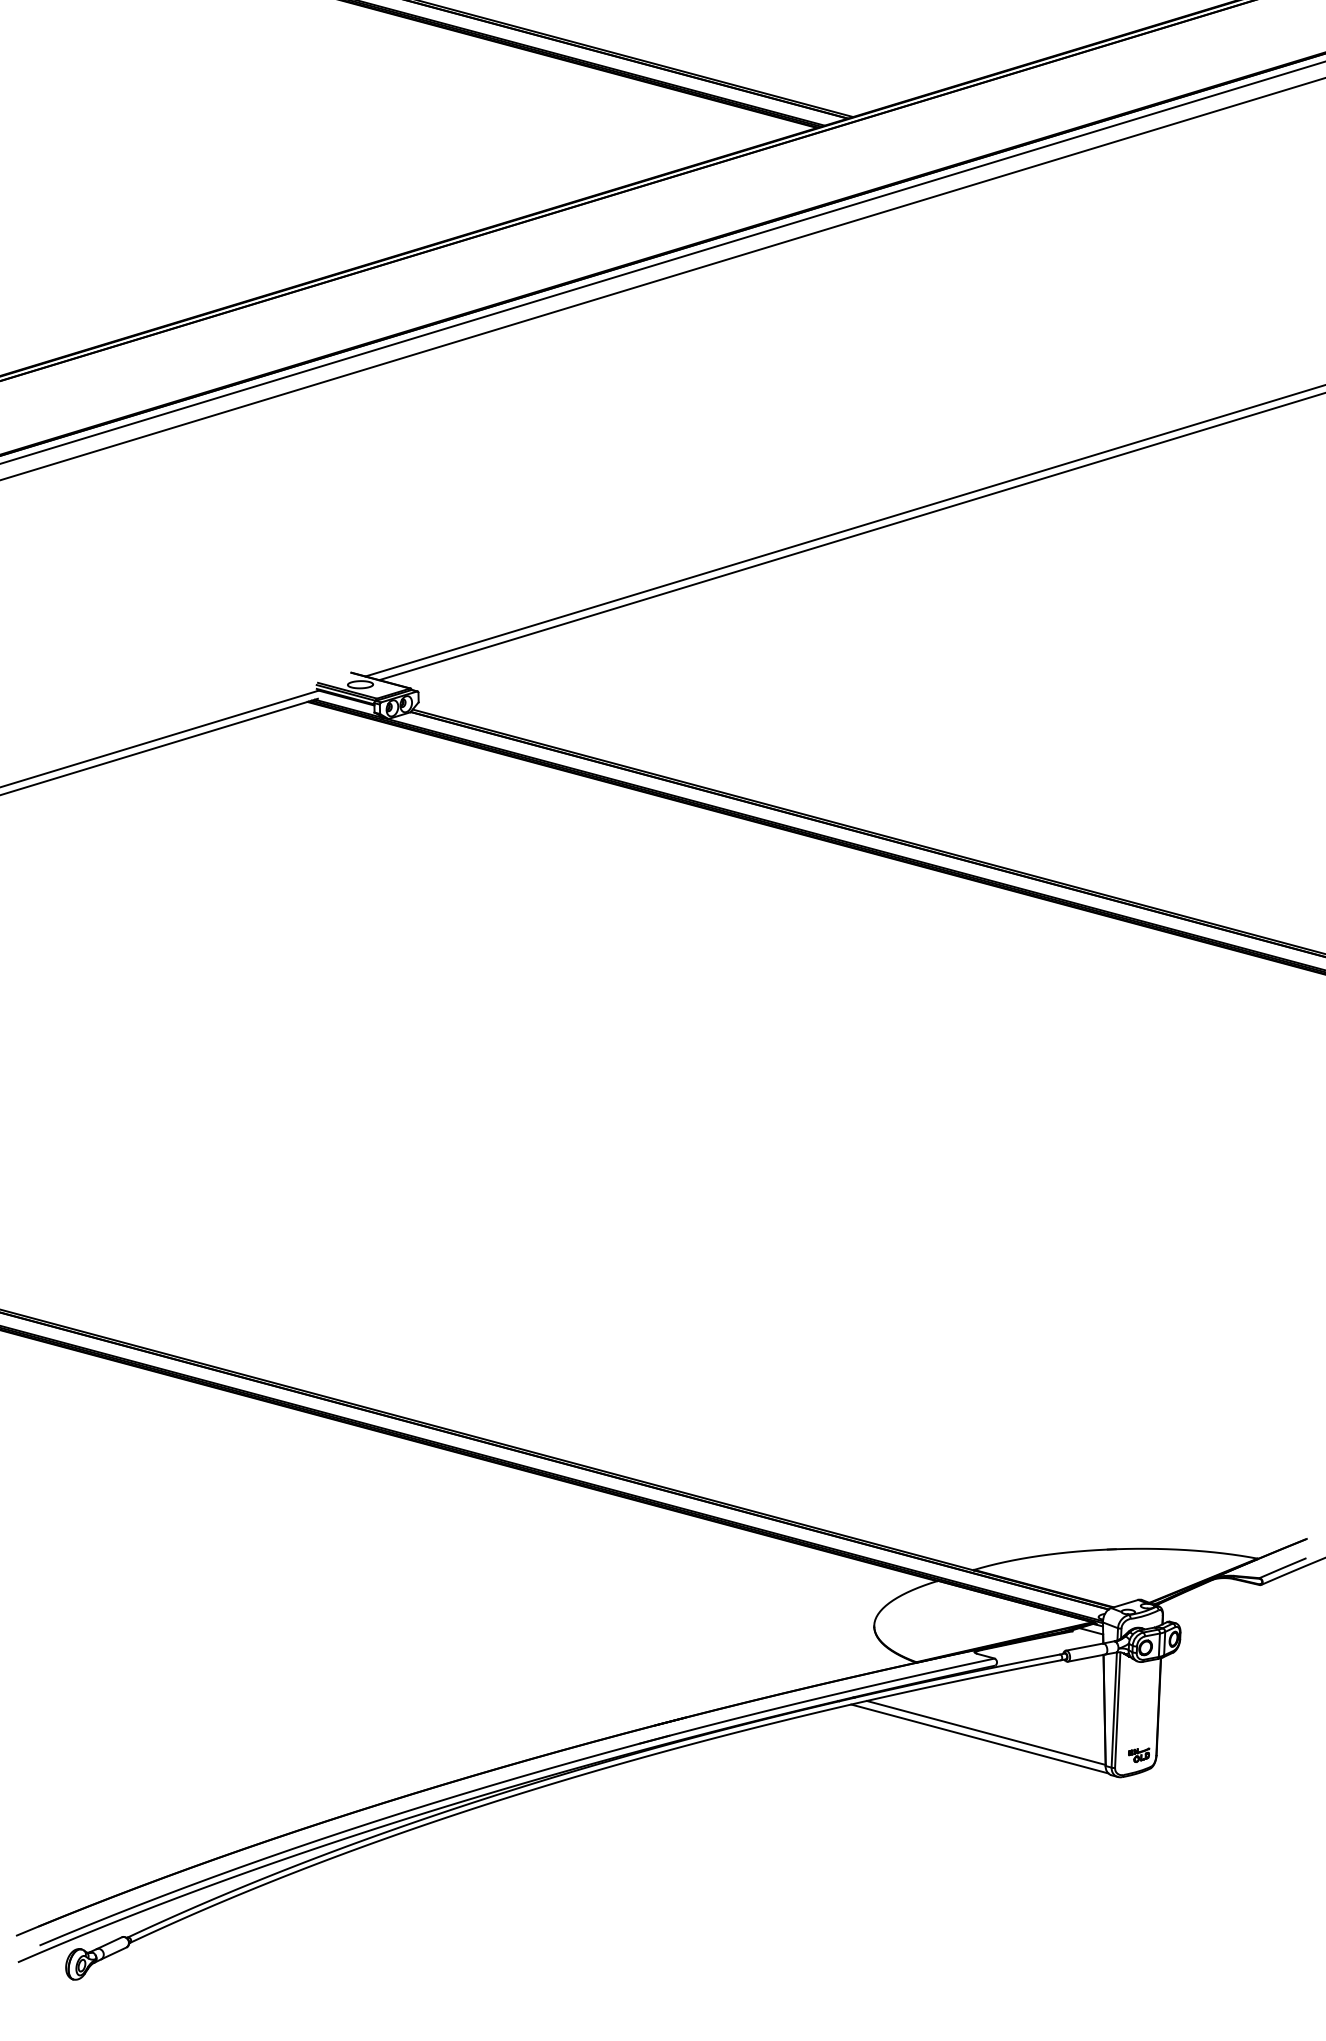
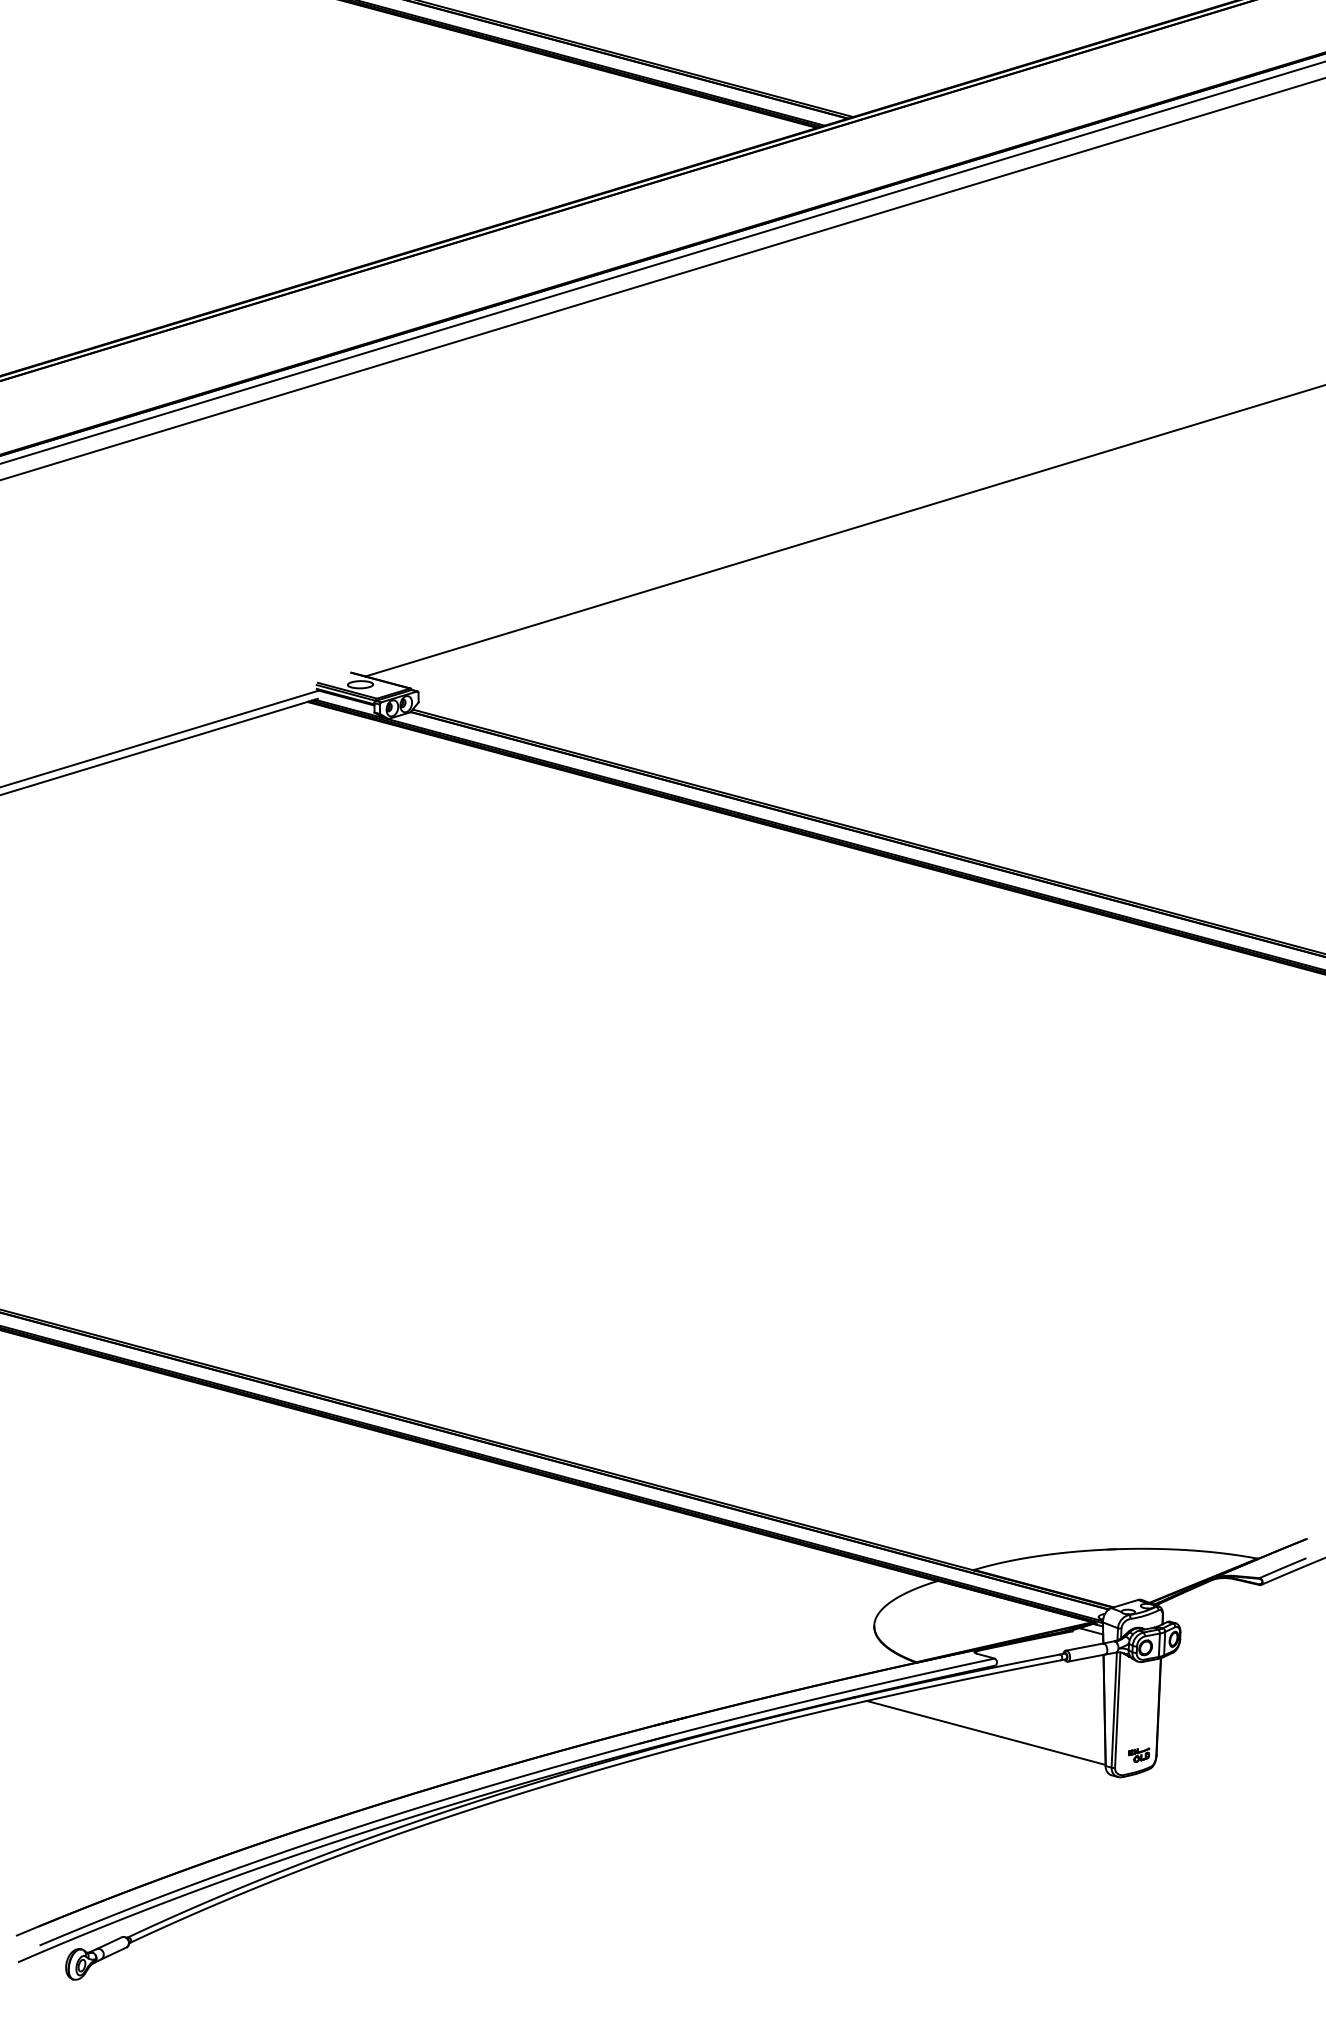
line at (850, 536): present -> none
line at (979, 1738): present -> none
